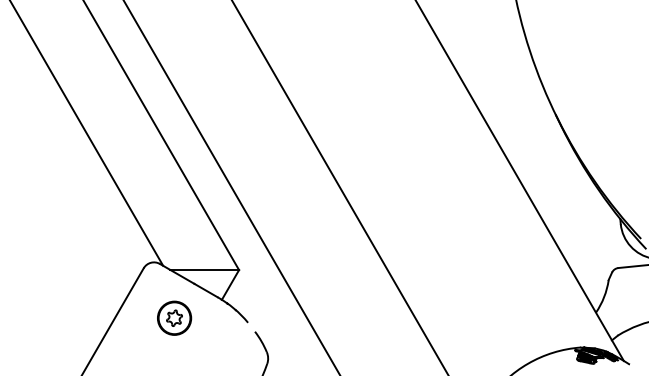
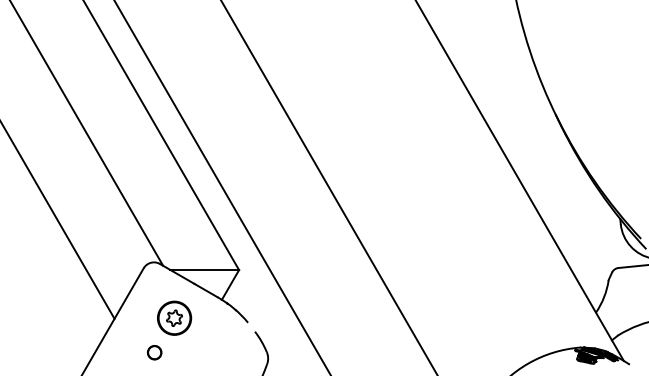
line at (231, 187) position: (231, 187) -> (222, 187)
line at (339, 187) position: (339, 187) -> (328, 187)
line at (58, 220): none -> present
circle at (154, 352): none -> present
